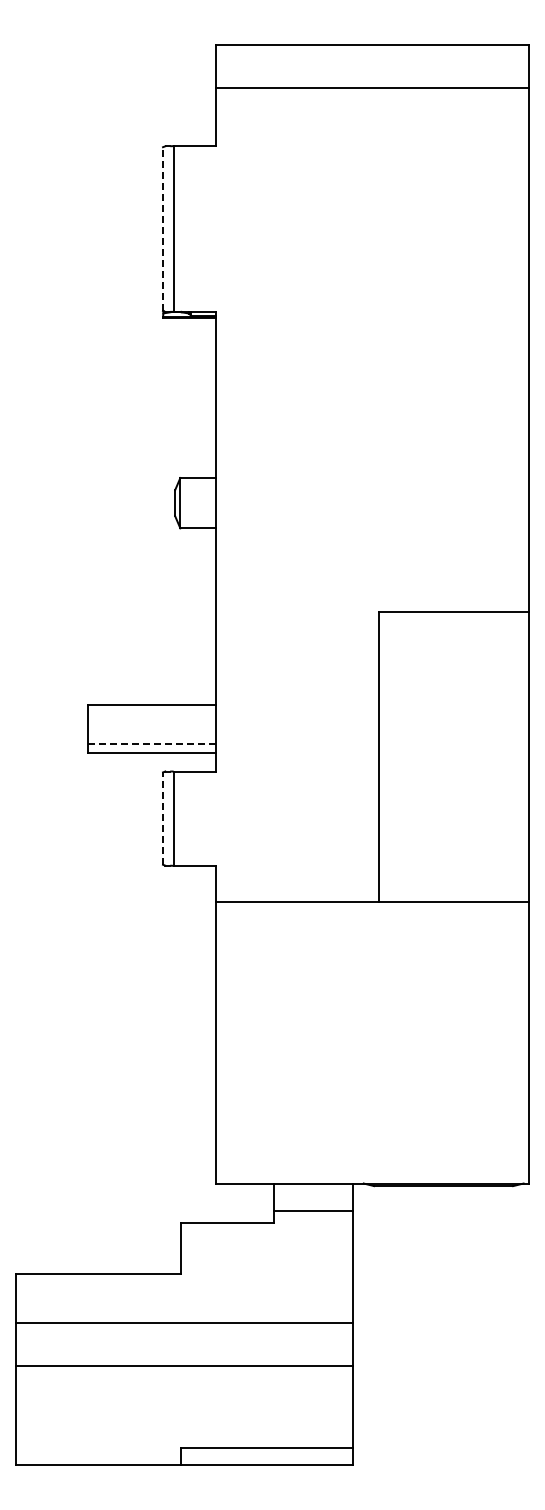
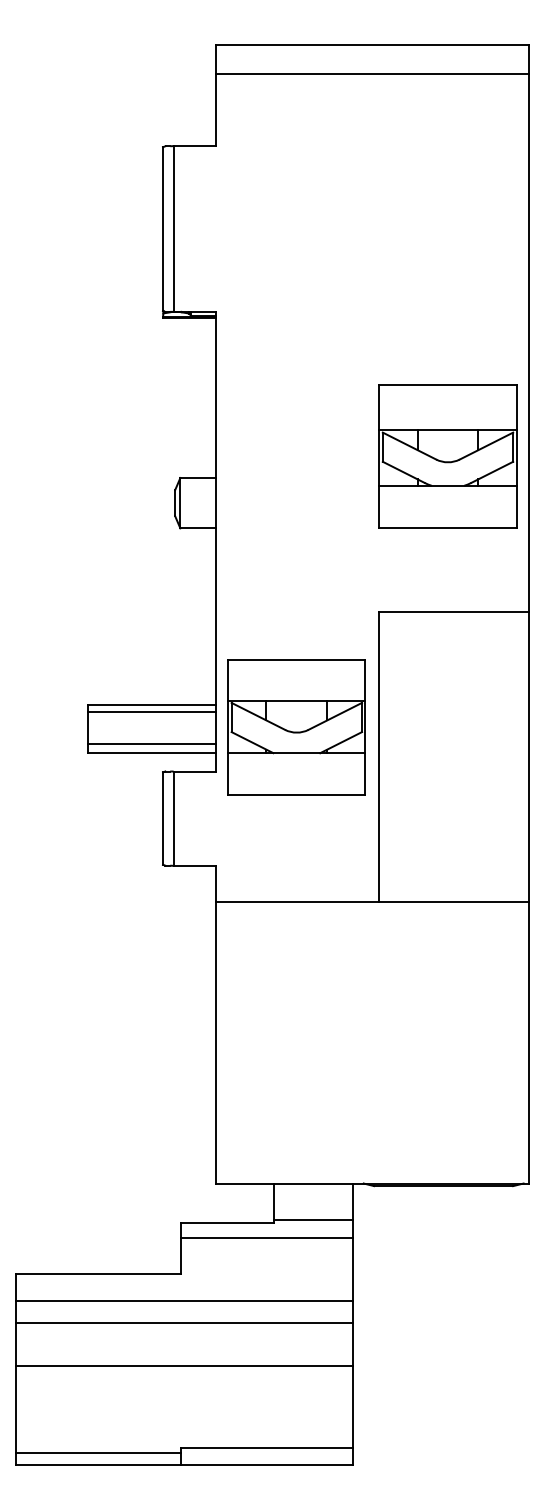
line at (372, 88) position: (372, 88) -> (372, 74)
line at (163, 229): dashed -> solid
part at (447, 456): none -> present
line at (152, 712): none -> present
part at (296, 727): none -> present
line at (152, 743): dashed -> solid
line at (163, 818): dashed -> solid
line at (313, 1211) position: (313, 1211) -> (313, 1220)
line at (267, 1237): none -> present
line at (184, 1300): none -> present
line at (98, 1453): none -> present
